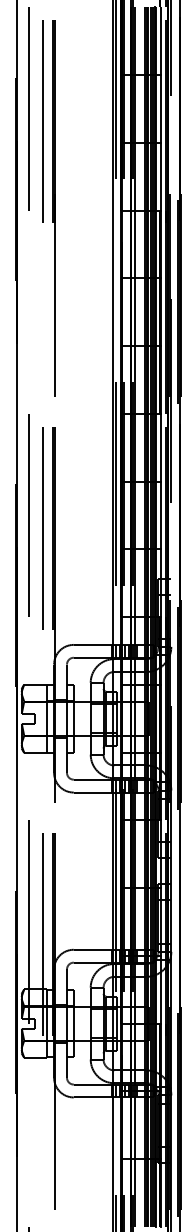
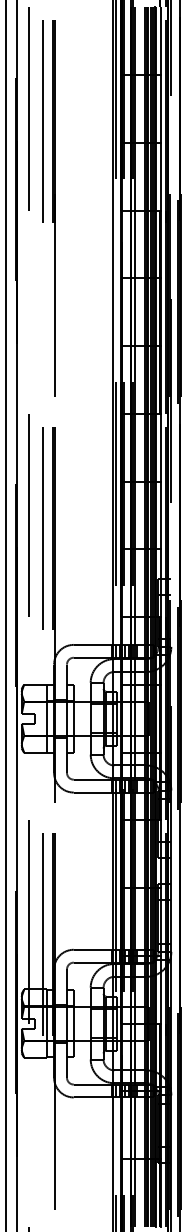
line at (5, 615): none -> present
